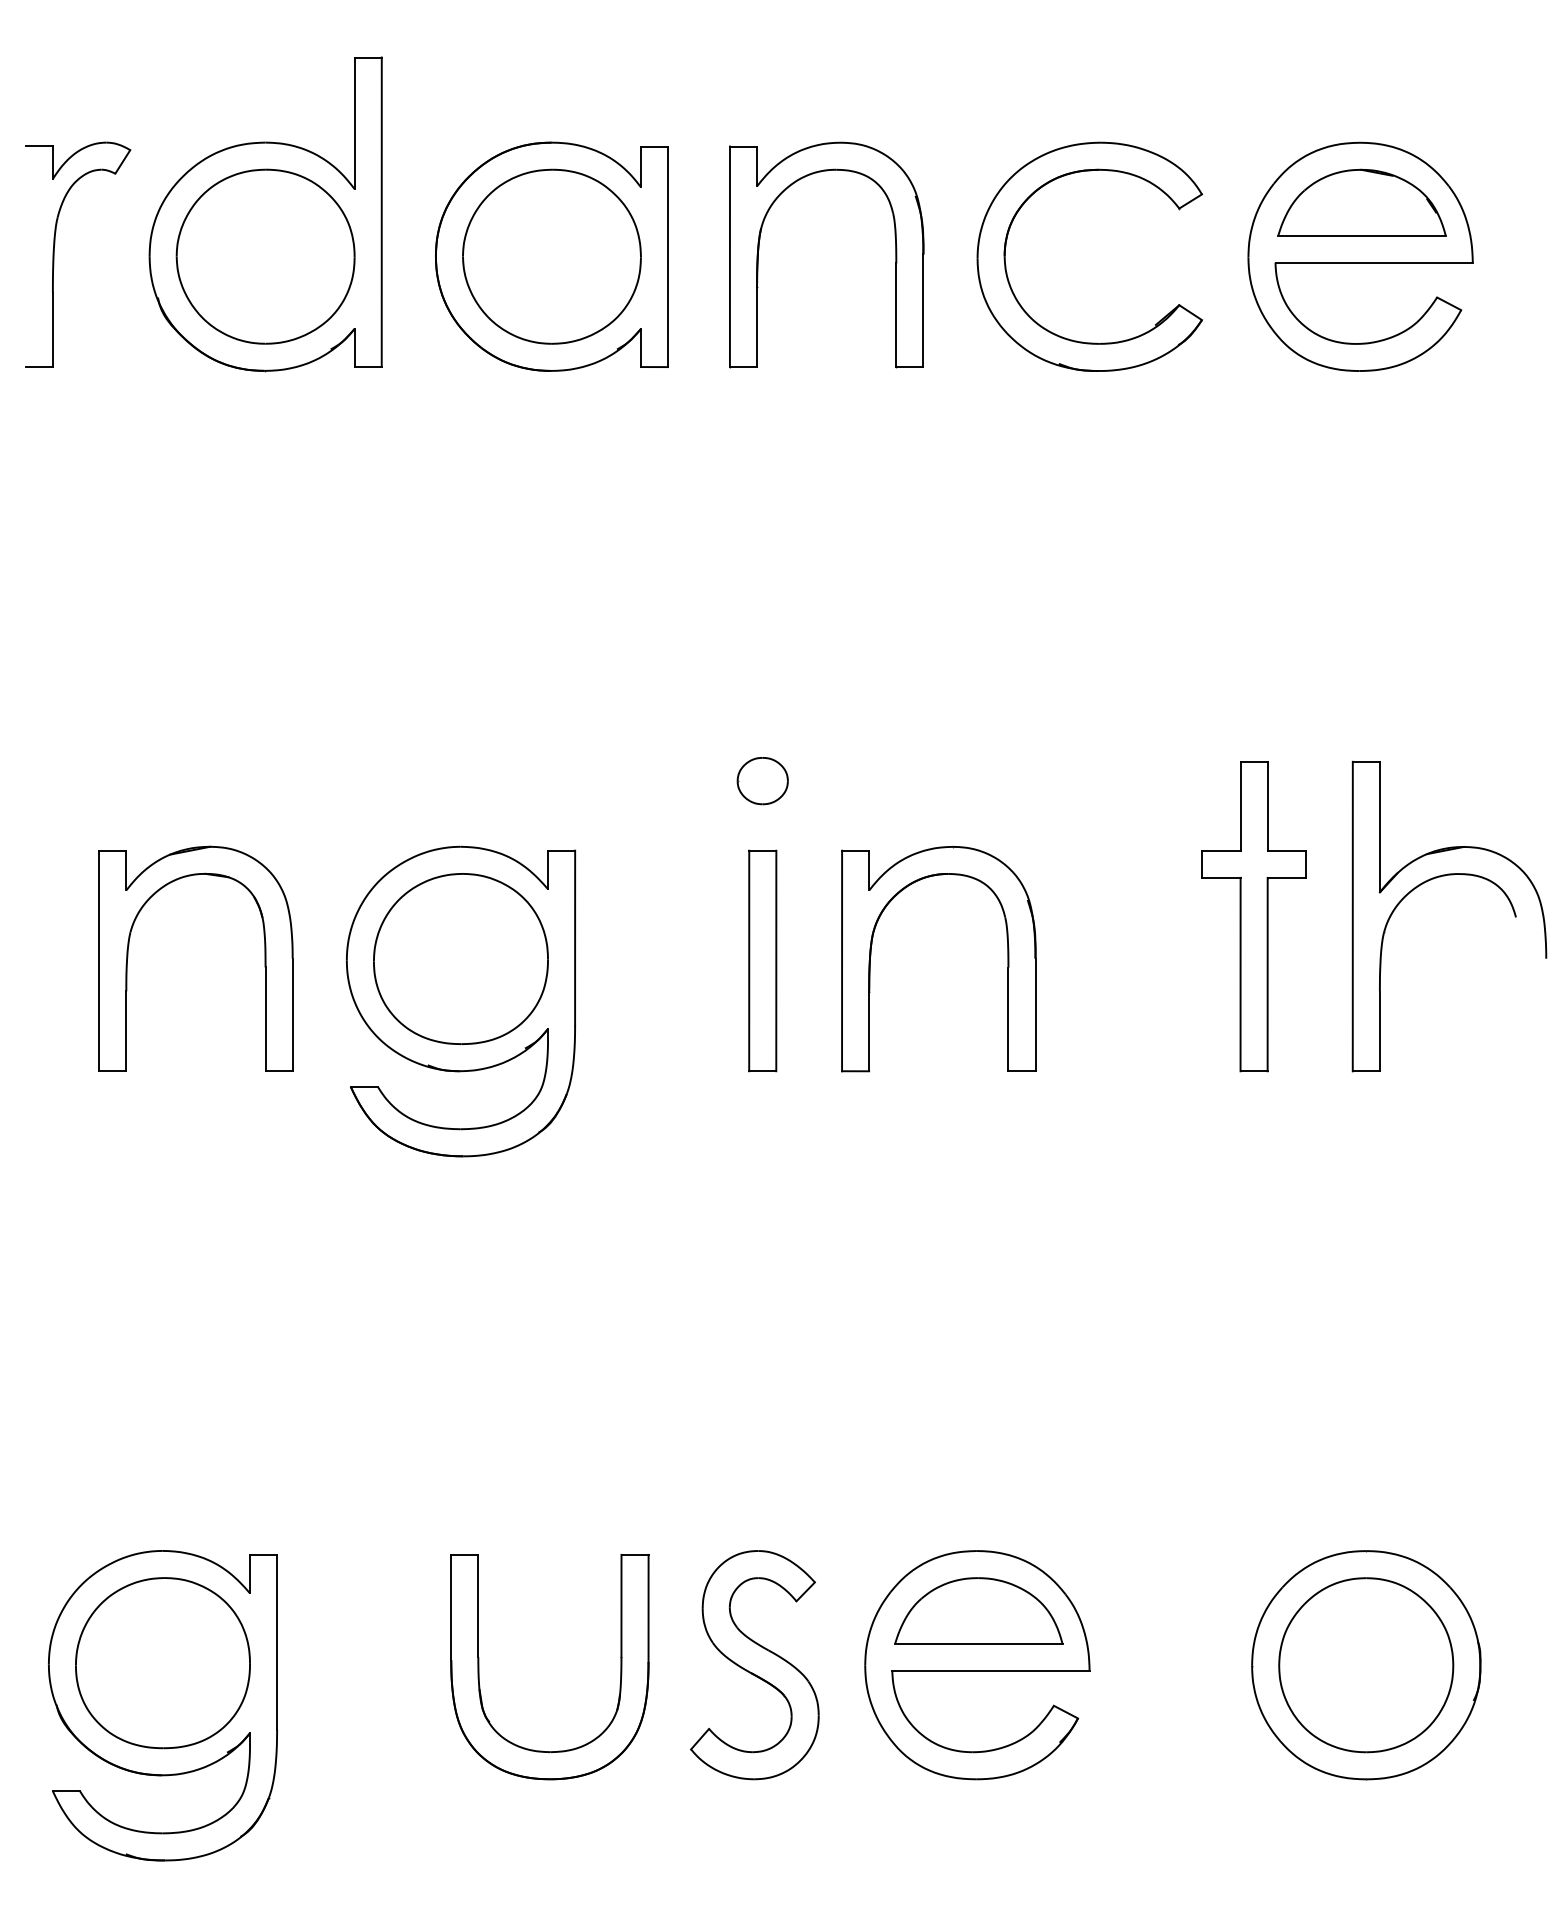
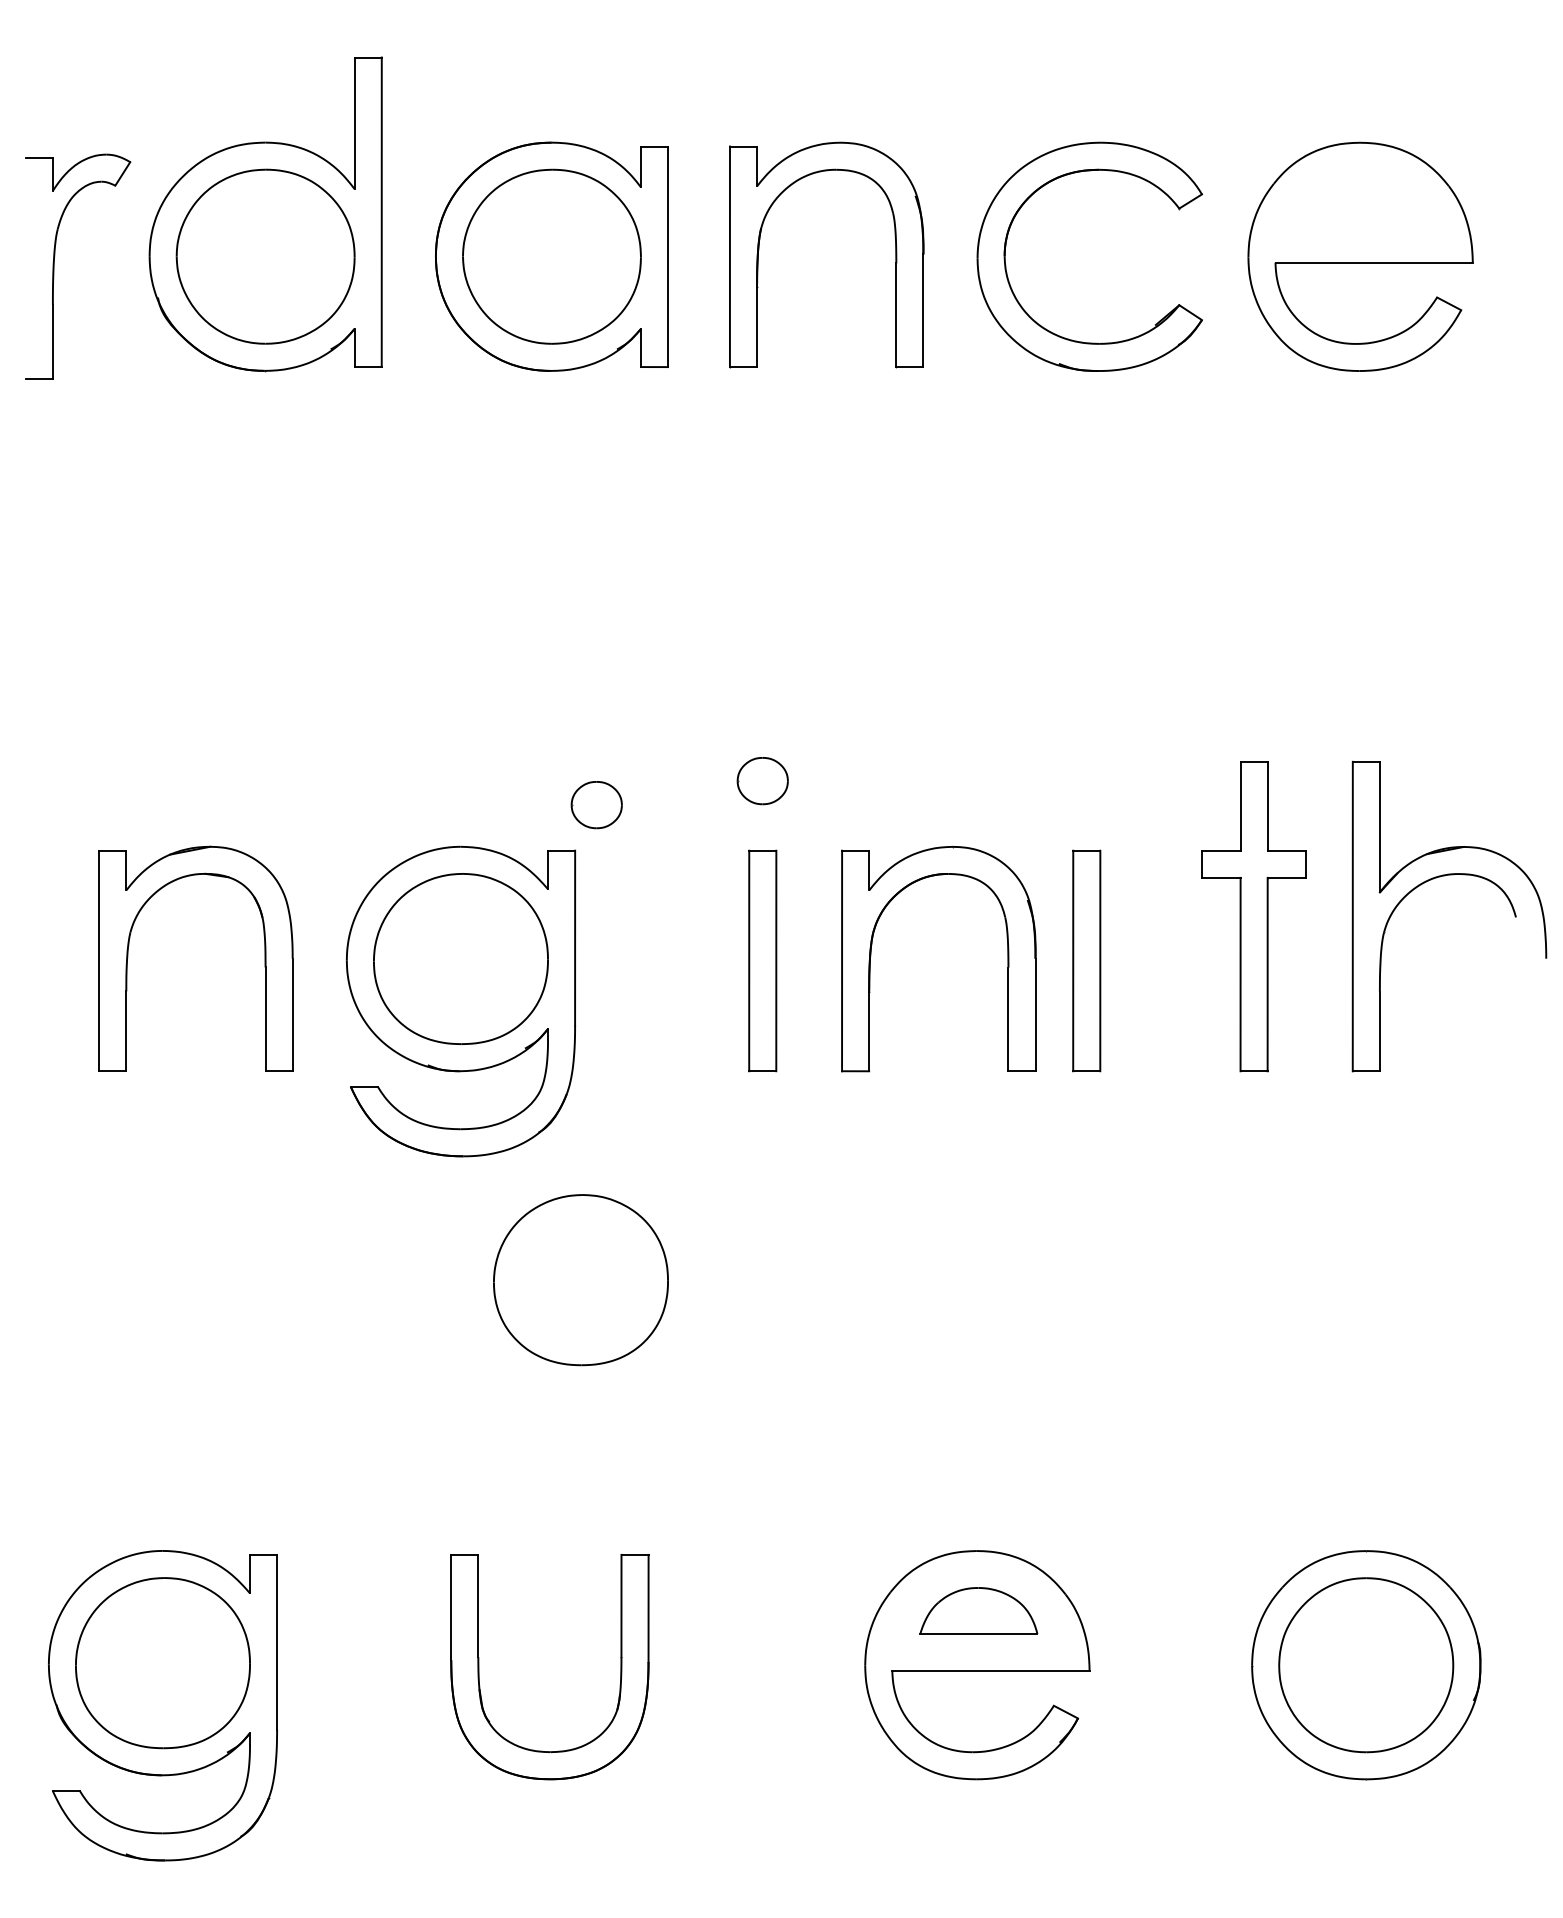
part at (1361, 202): present -> none
part at (54, 254) position: (54, 254) -> (54, 266)
part at (596, 805): none -> present
part at (1086, 960): none -> present
part at (580, 1280): none -> present
part at (978, 1610) size: 170x68 px -> 120x48 px
part at (754, 1665): present -> none
